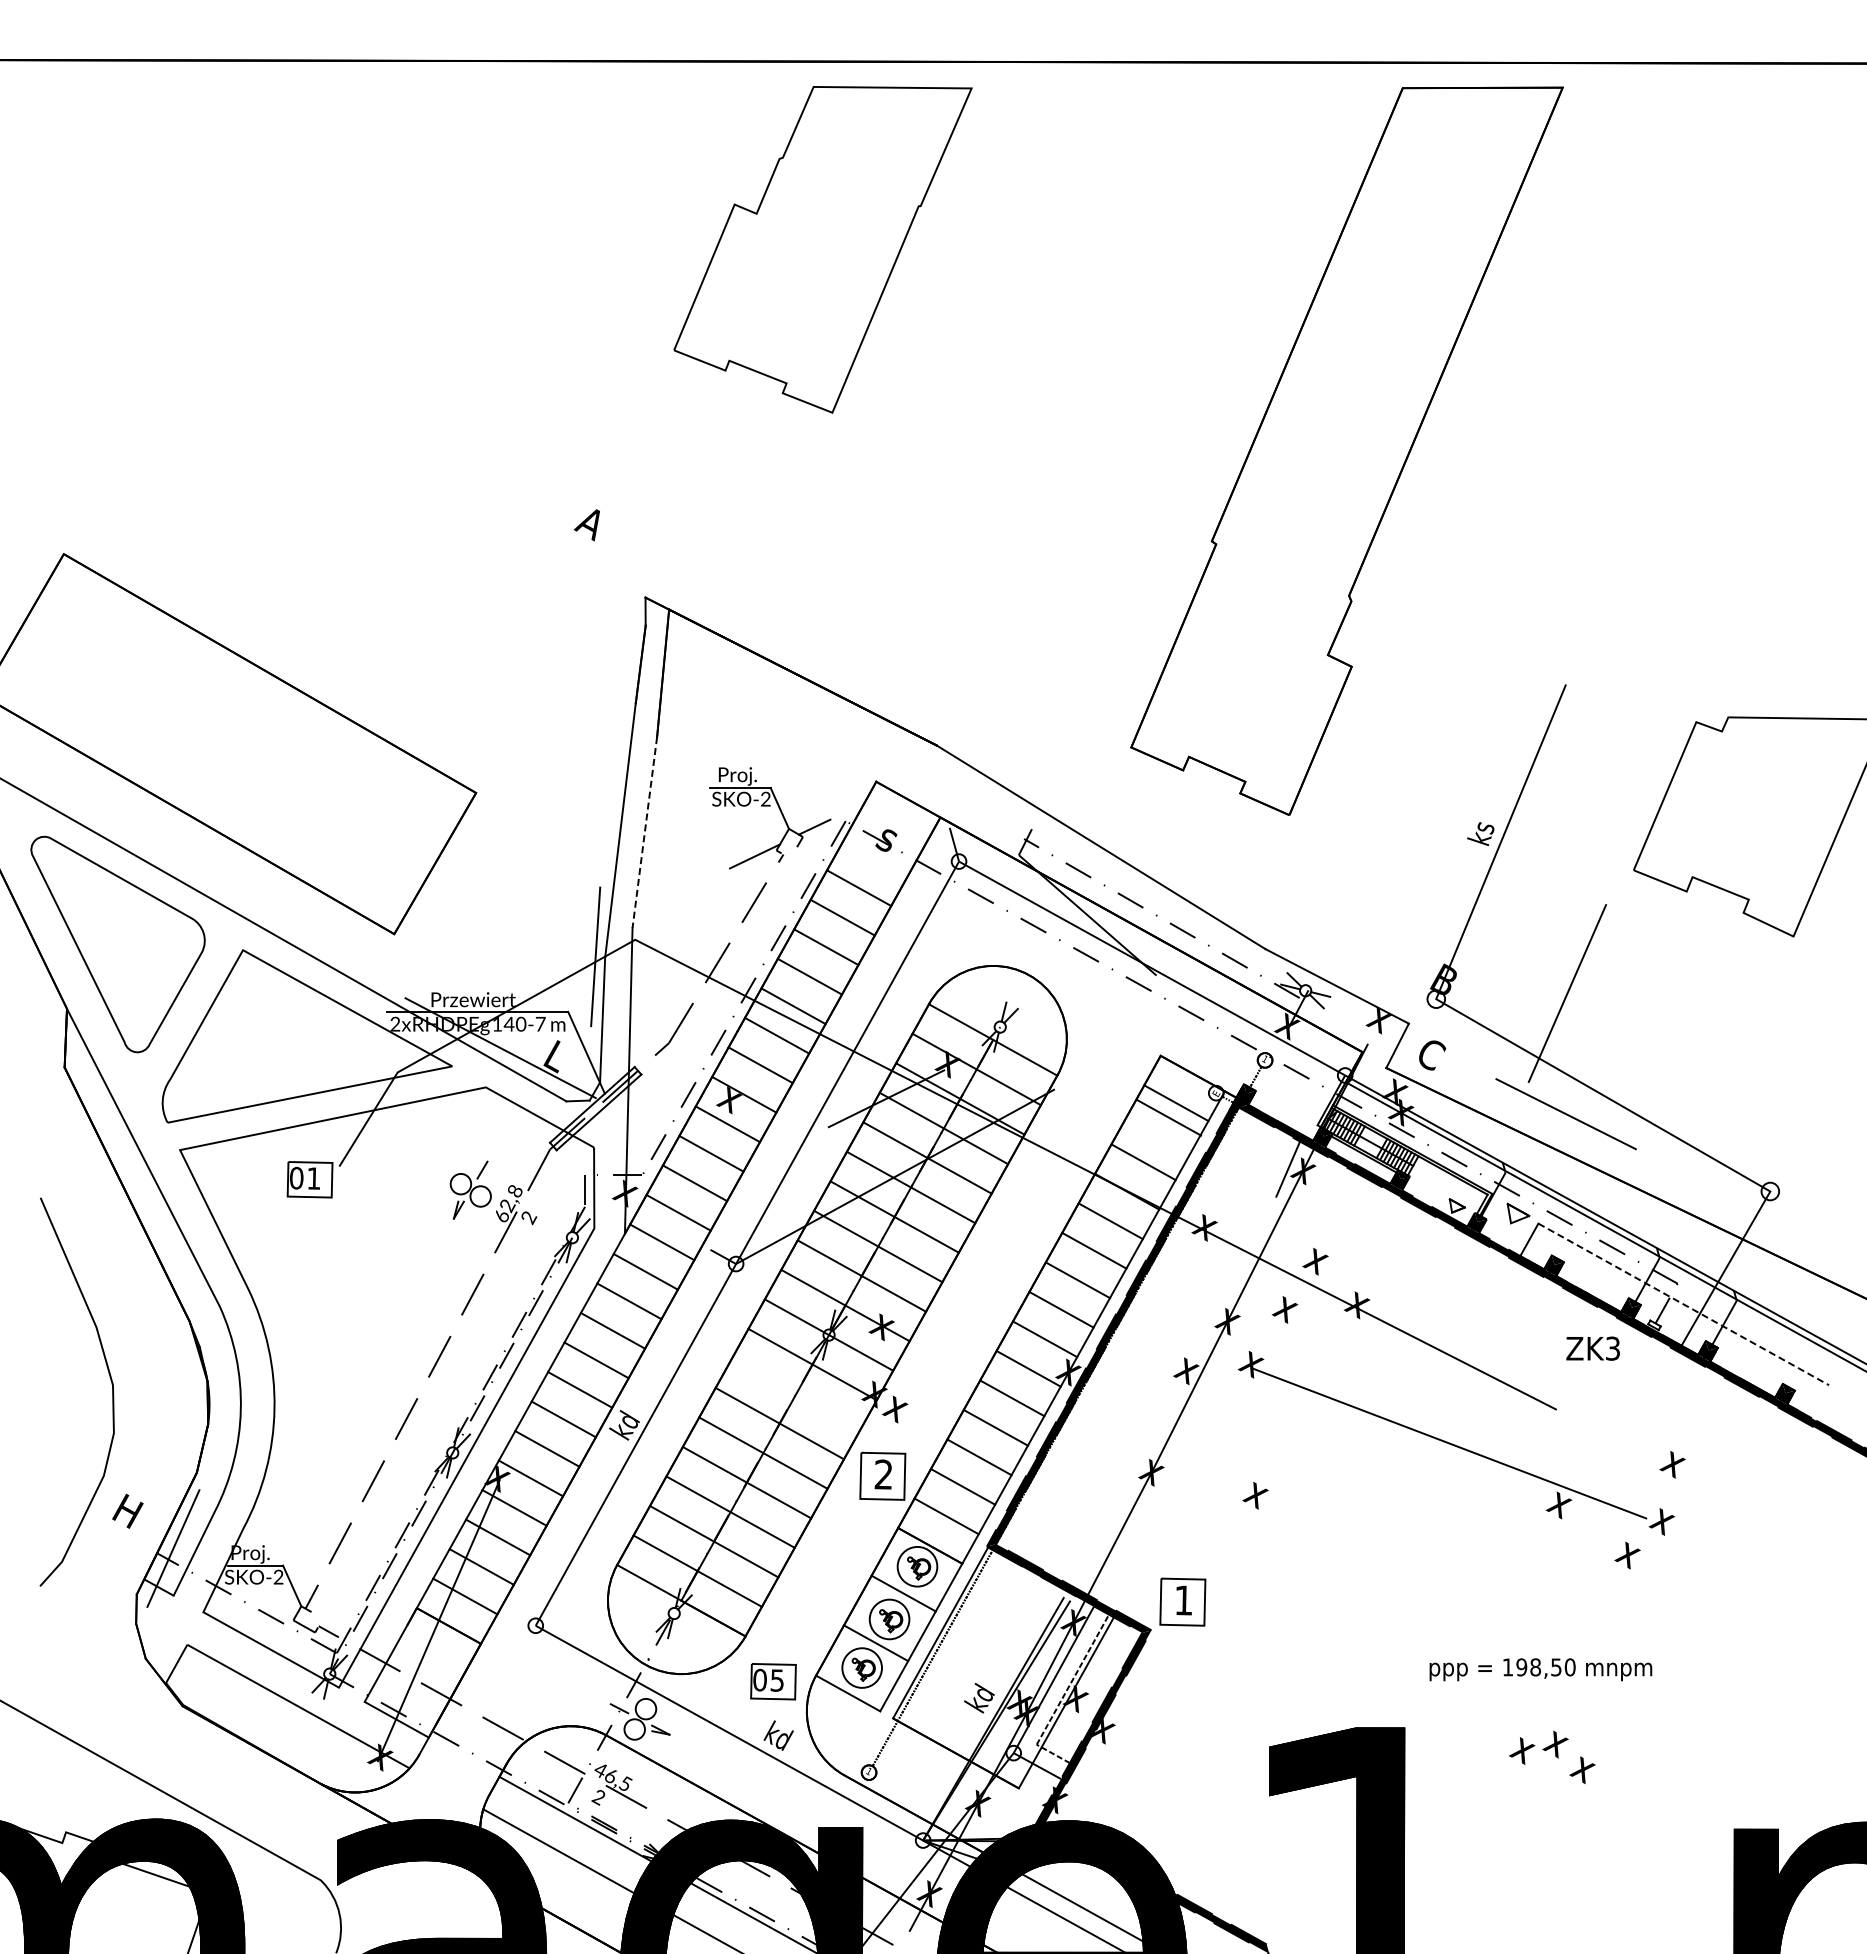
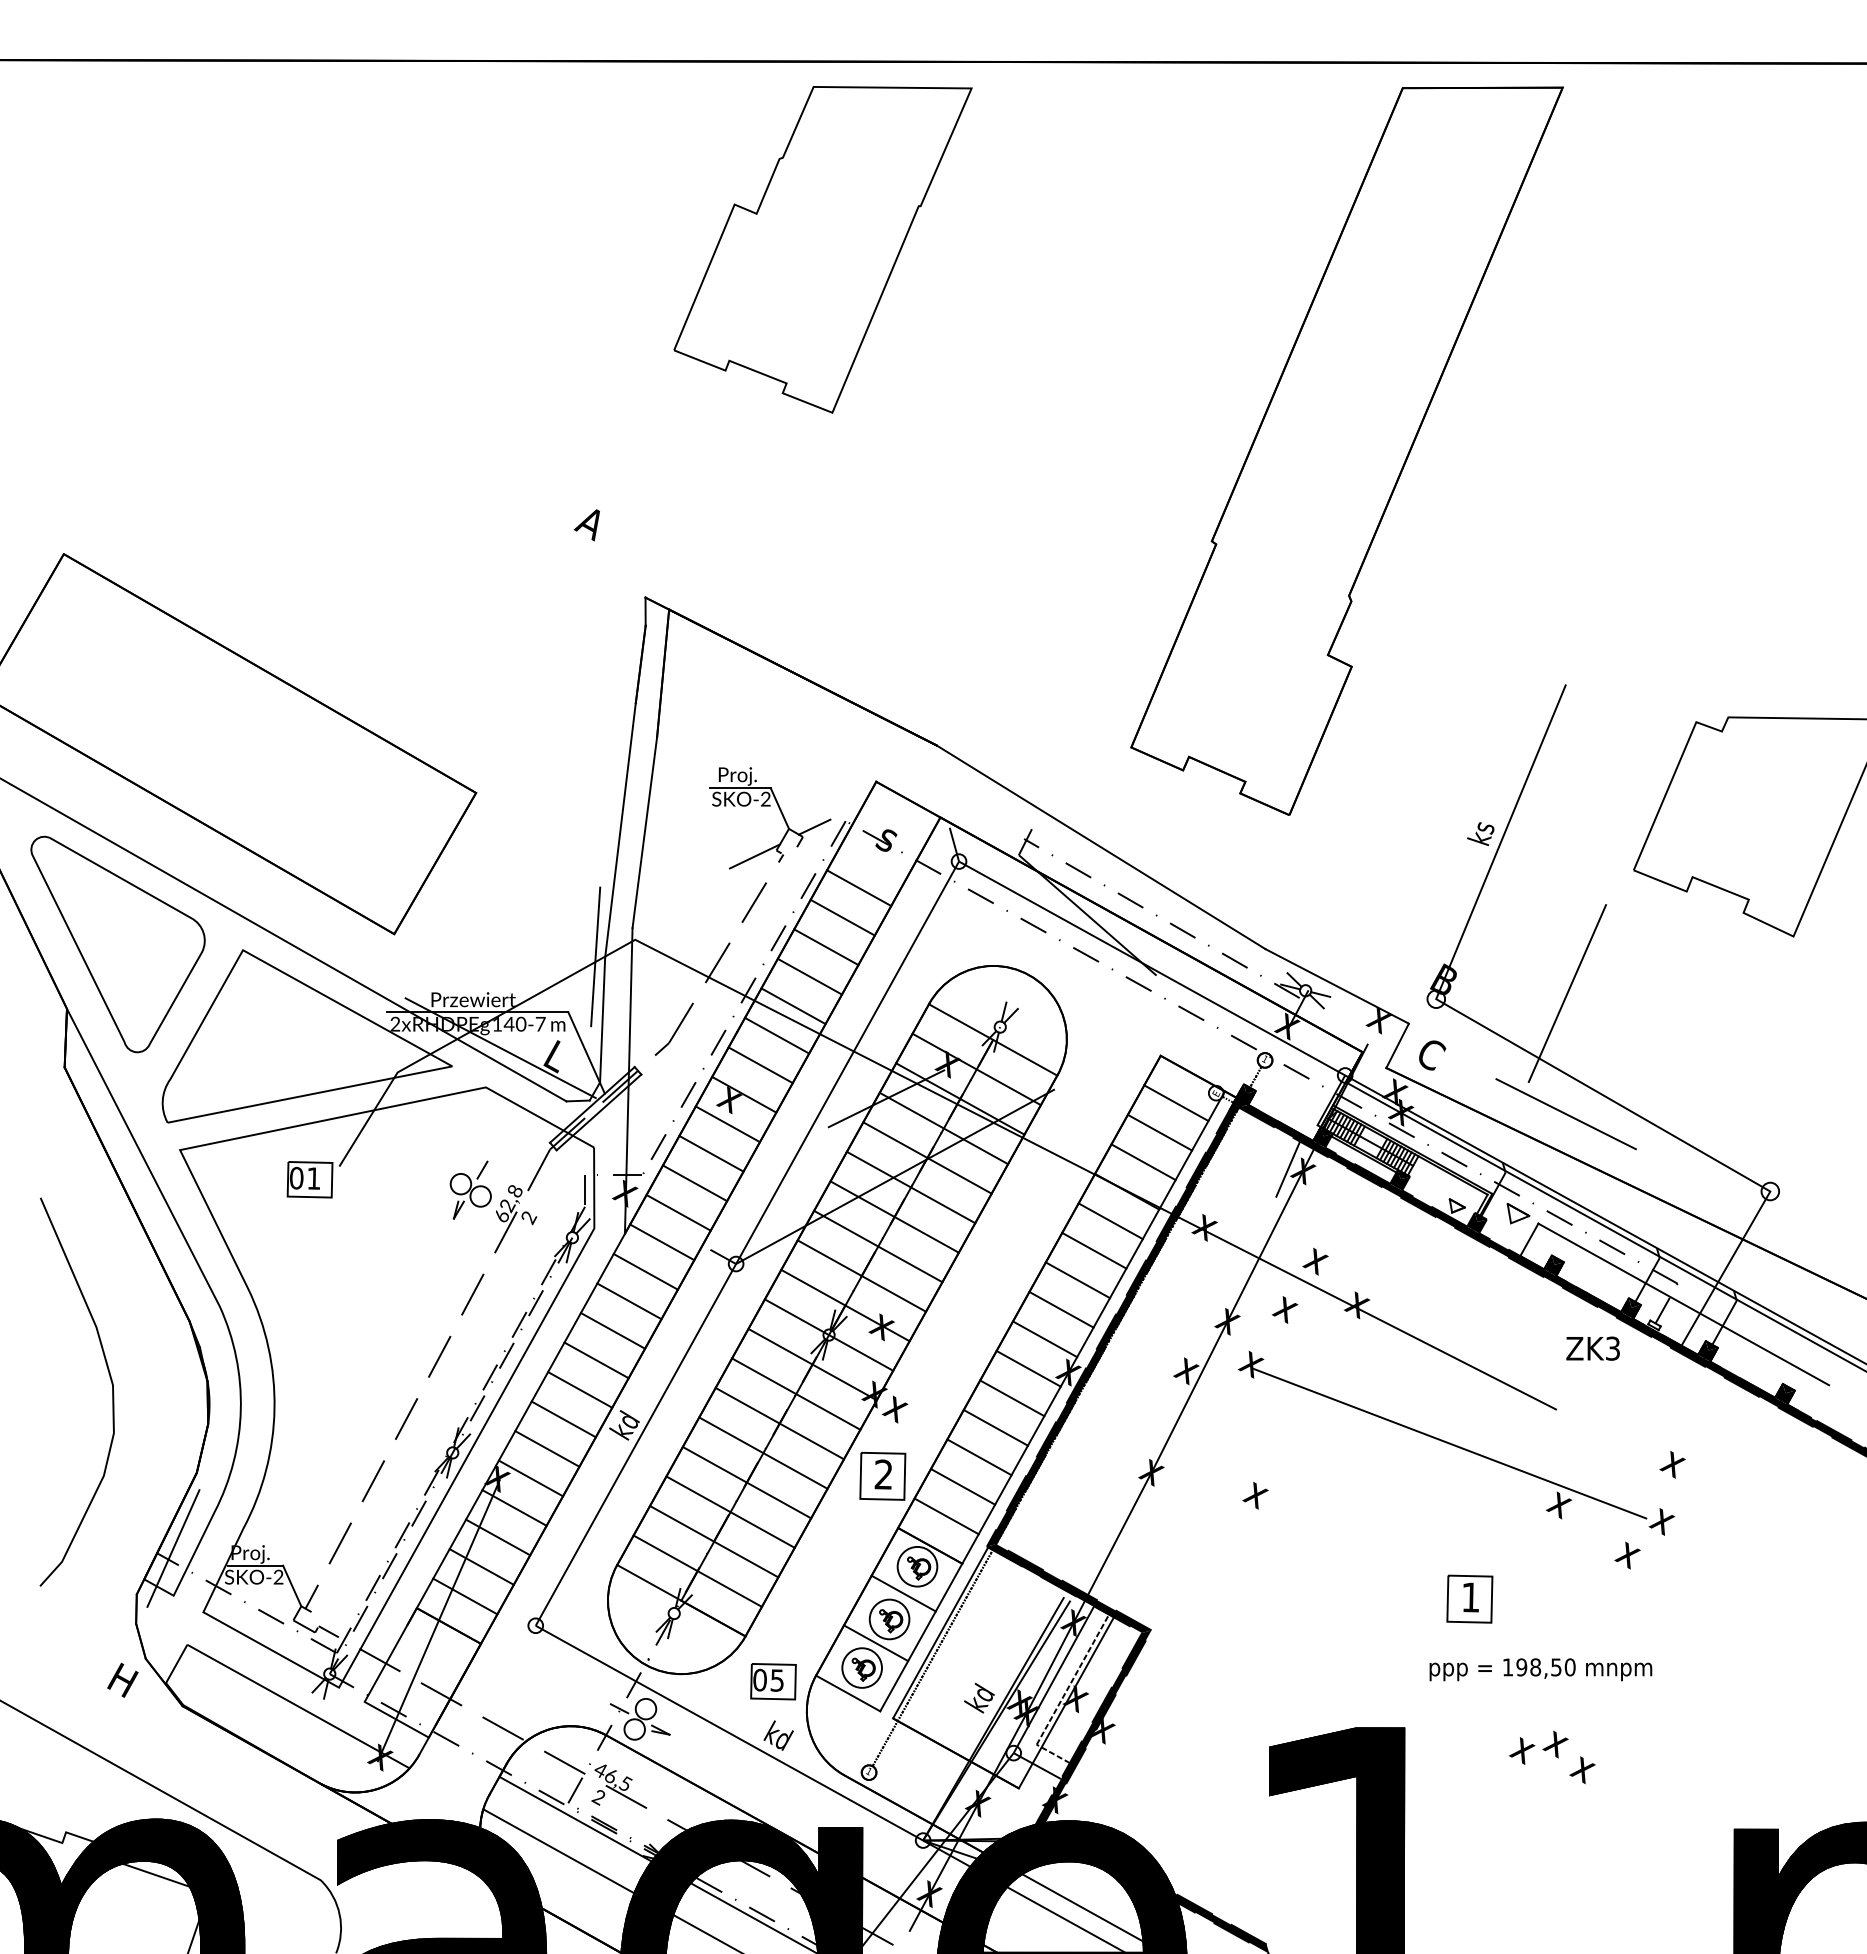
line at (644, 833): dashed -> solid
line at (1168, 1117) position: (1168, 1117) -> (1159, 1132)
line at (1684, 1304): dashed -> solid
line at (796, 1393): none -> present
text at (127, 1510) position: (127, 1510) -> (122, 1679)
part at (1182, 1601) position: (1182, 1601) -> (1469, 1598)
